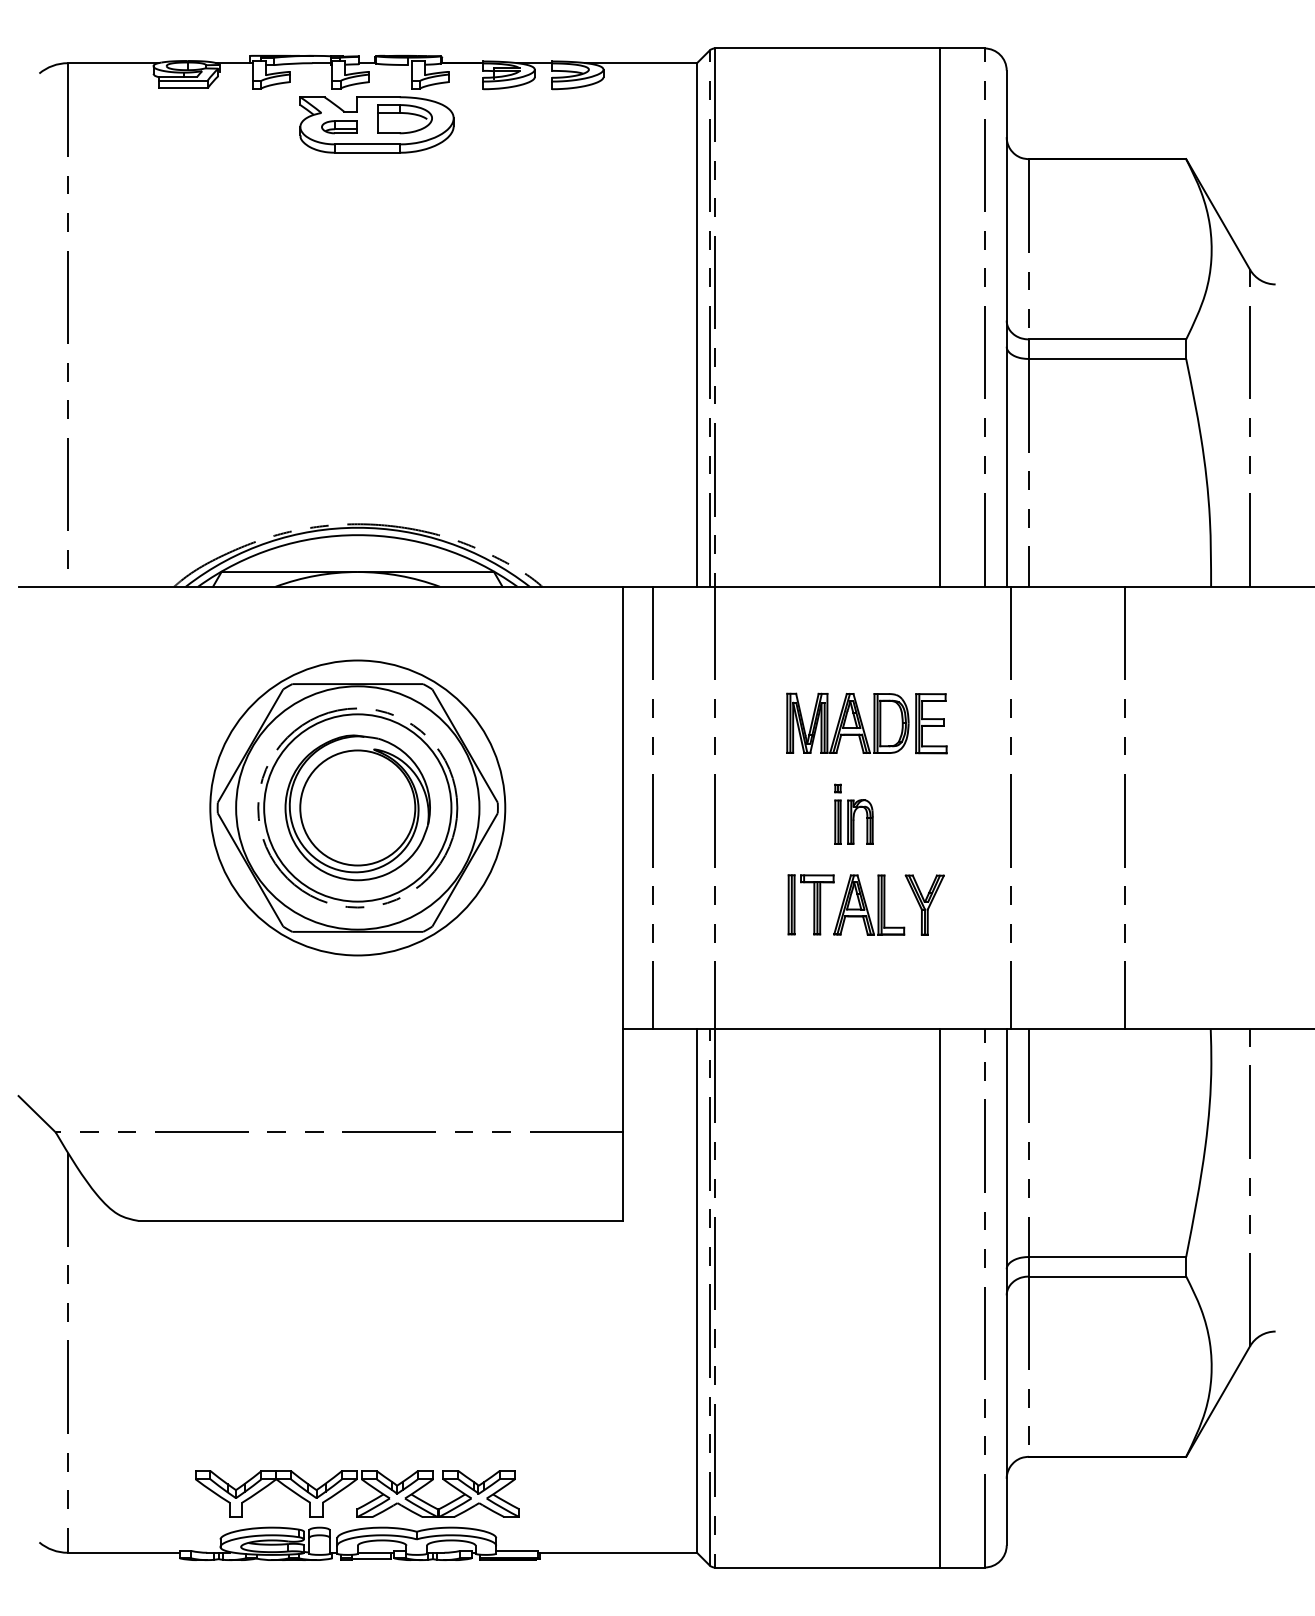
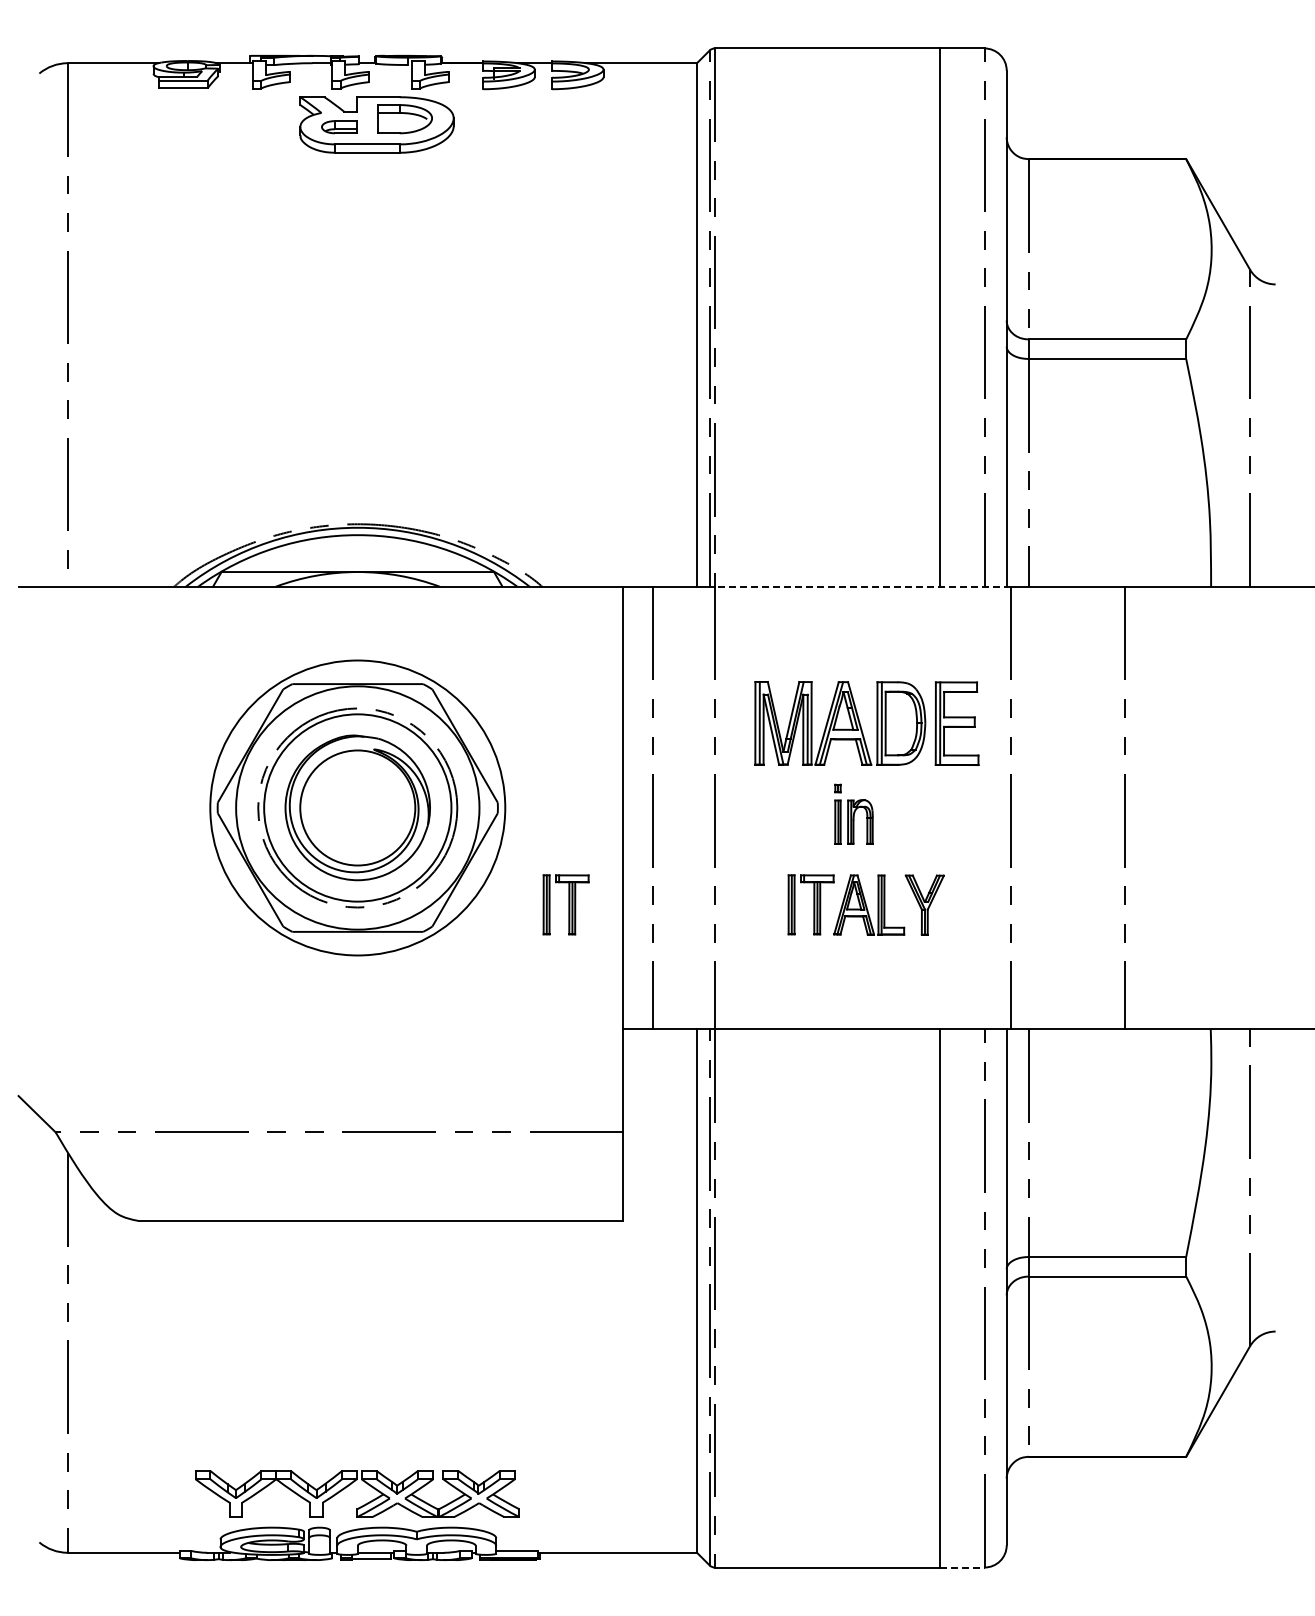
line at (862, 586): solid -> dashed
part at (866, 723) size: 162x63 px -> 226x85 px
part at (565, 904): none -> present
line at (962, 1567): solid -> dashed
